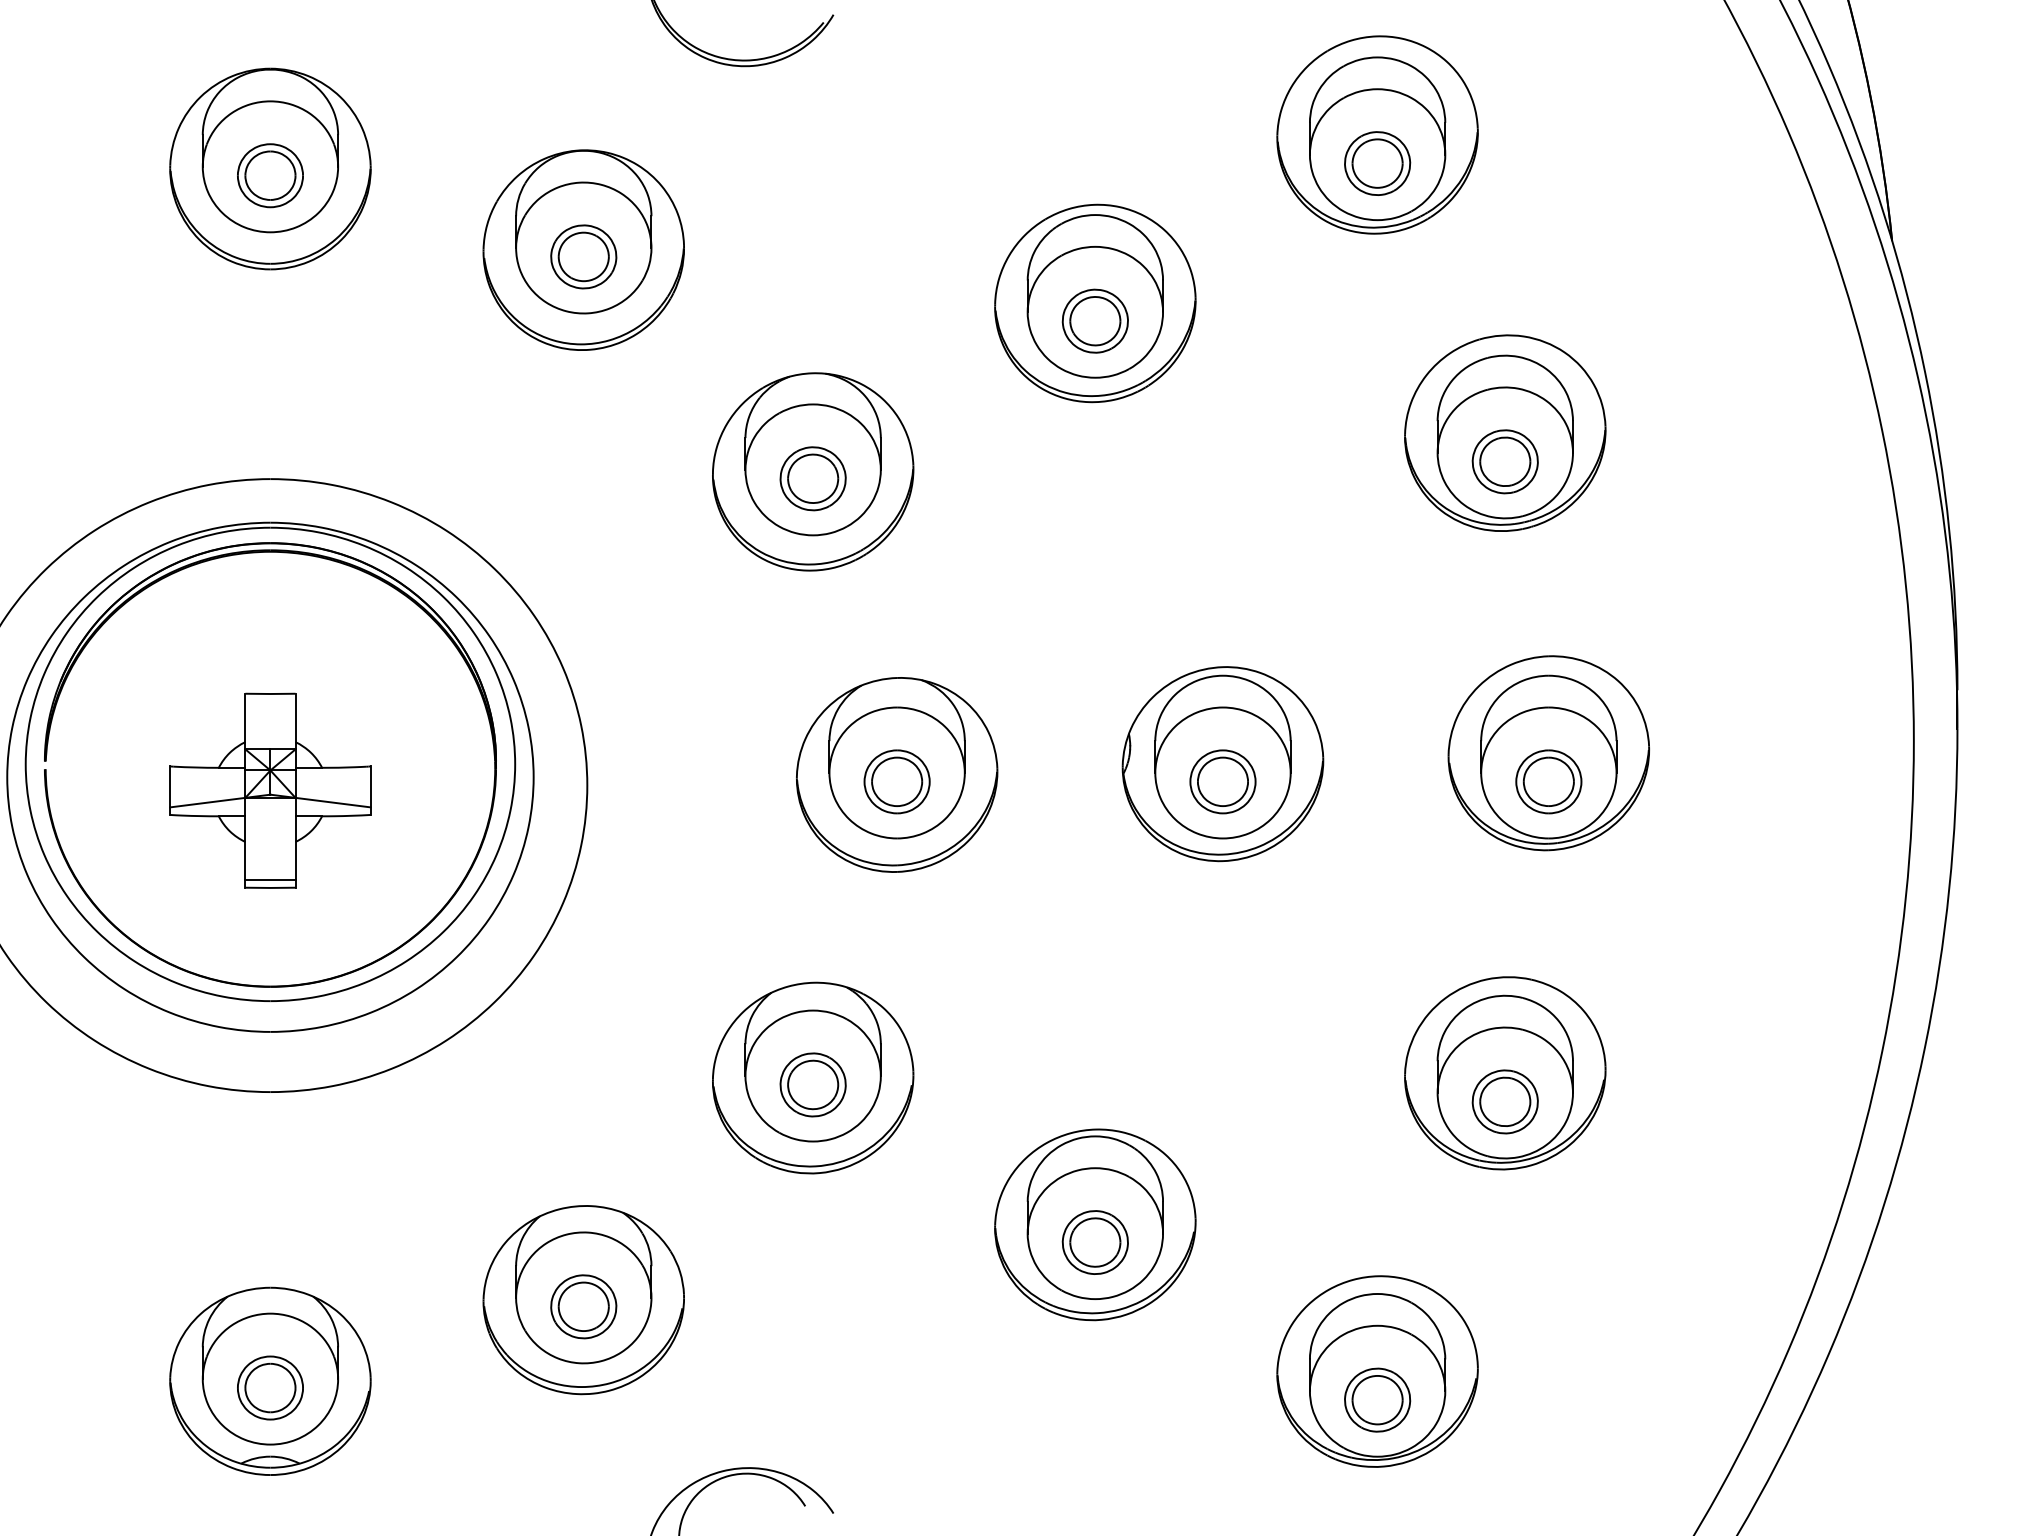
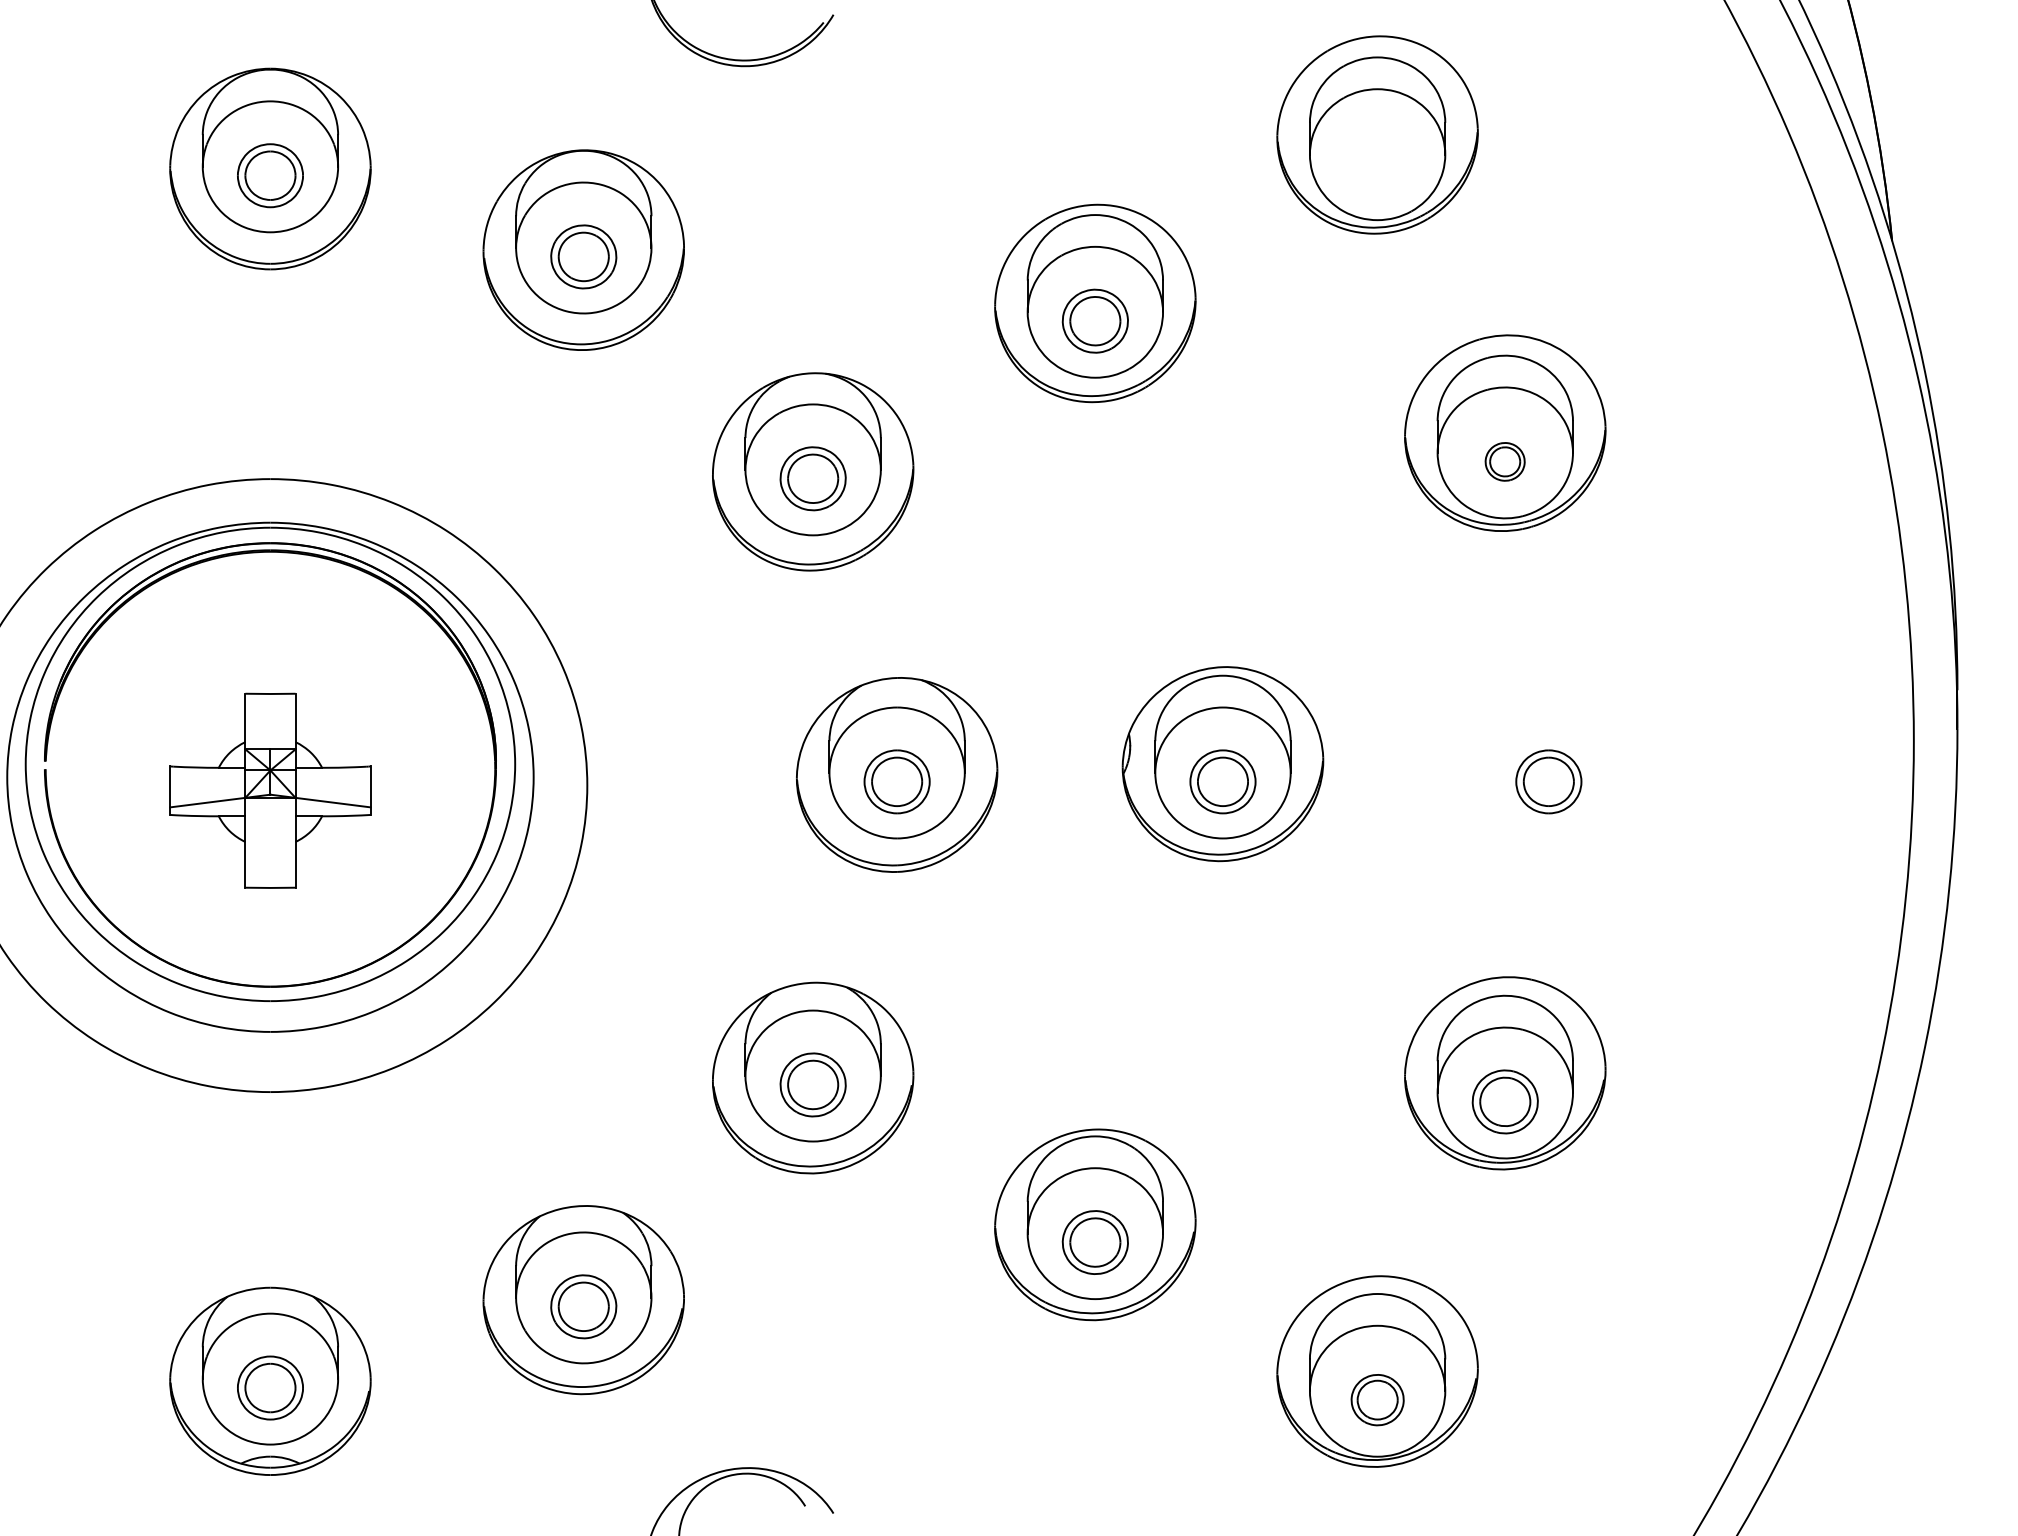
part at (1377, 163): present -> none
part at (1504, 461) size: 68x66 px -> 42x40 px
part at (1548, 753): present -> none
line at (270, 880): present -> none
part at (1377, 1399) size: 68x66 px -> 55x53 px
